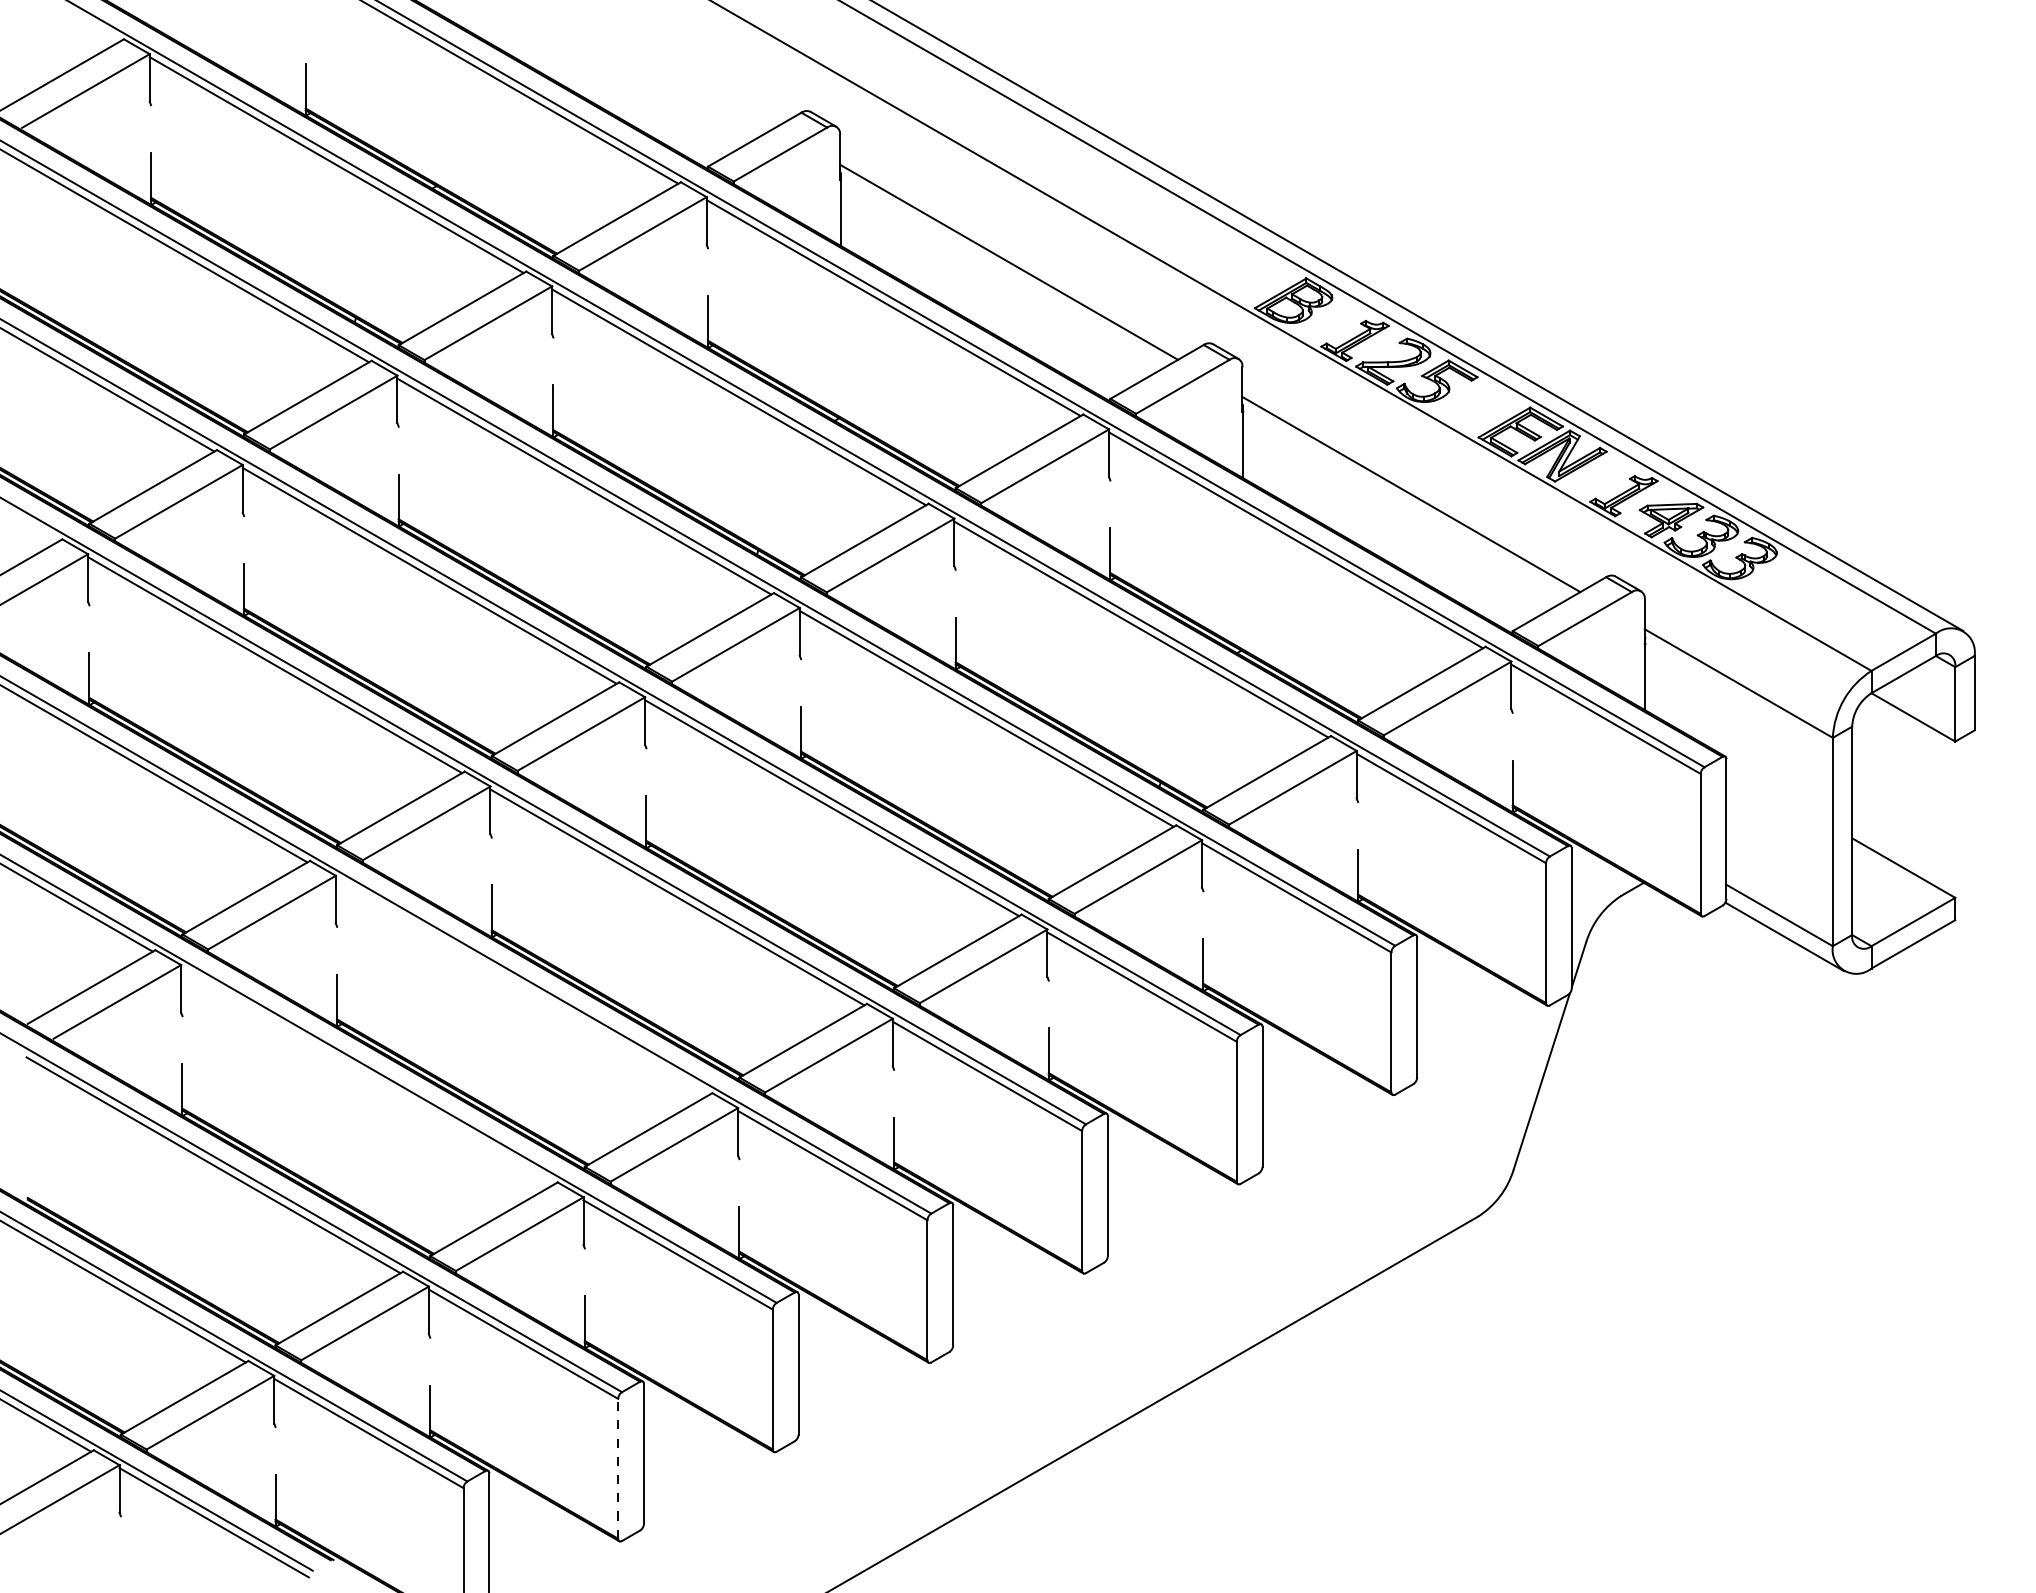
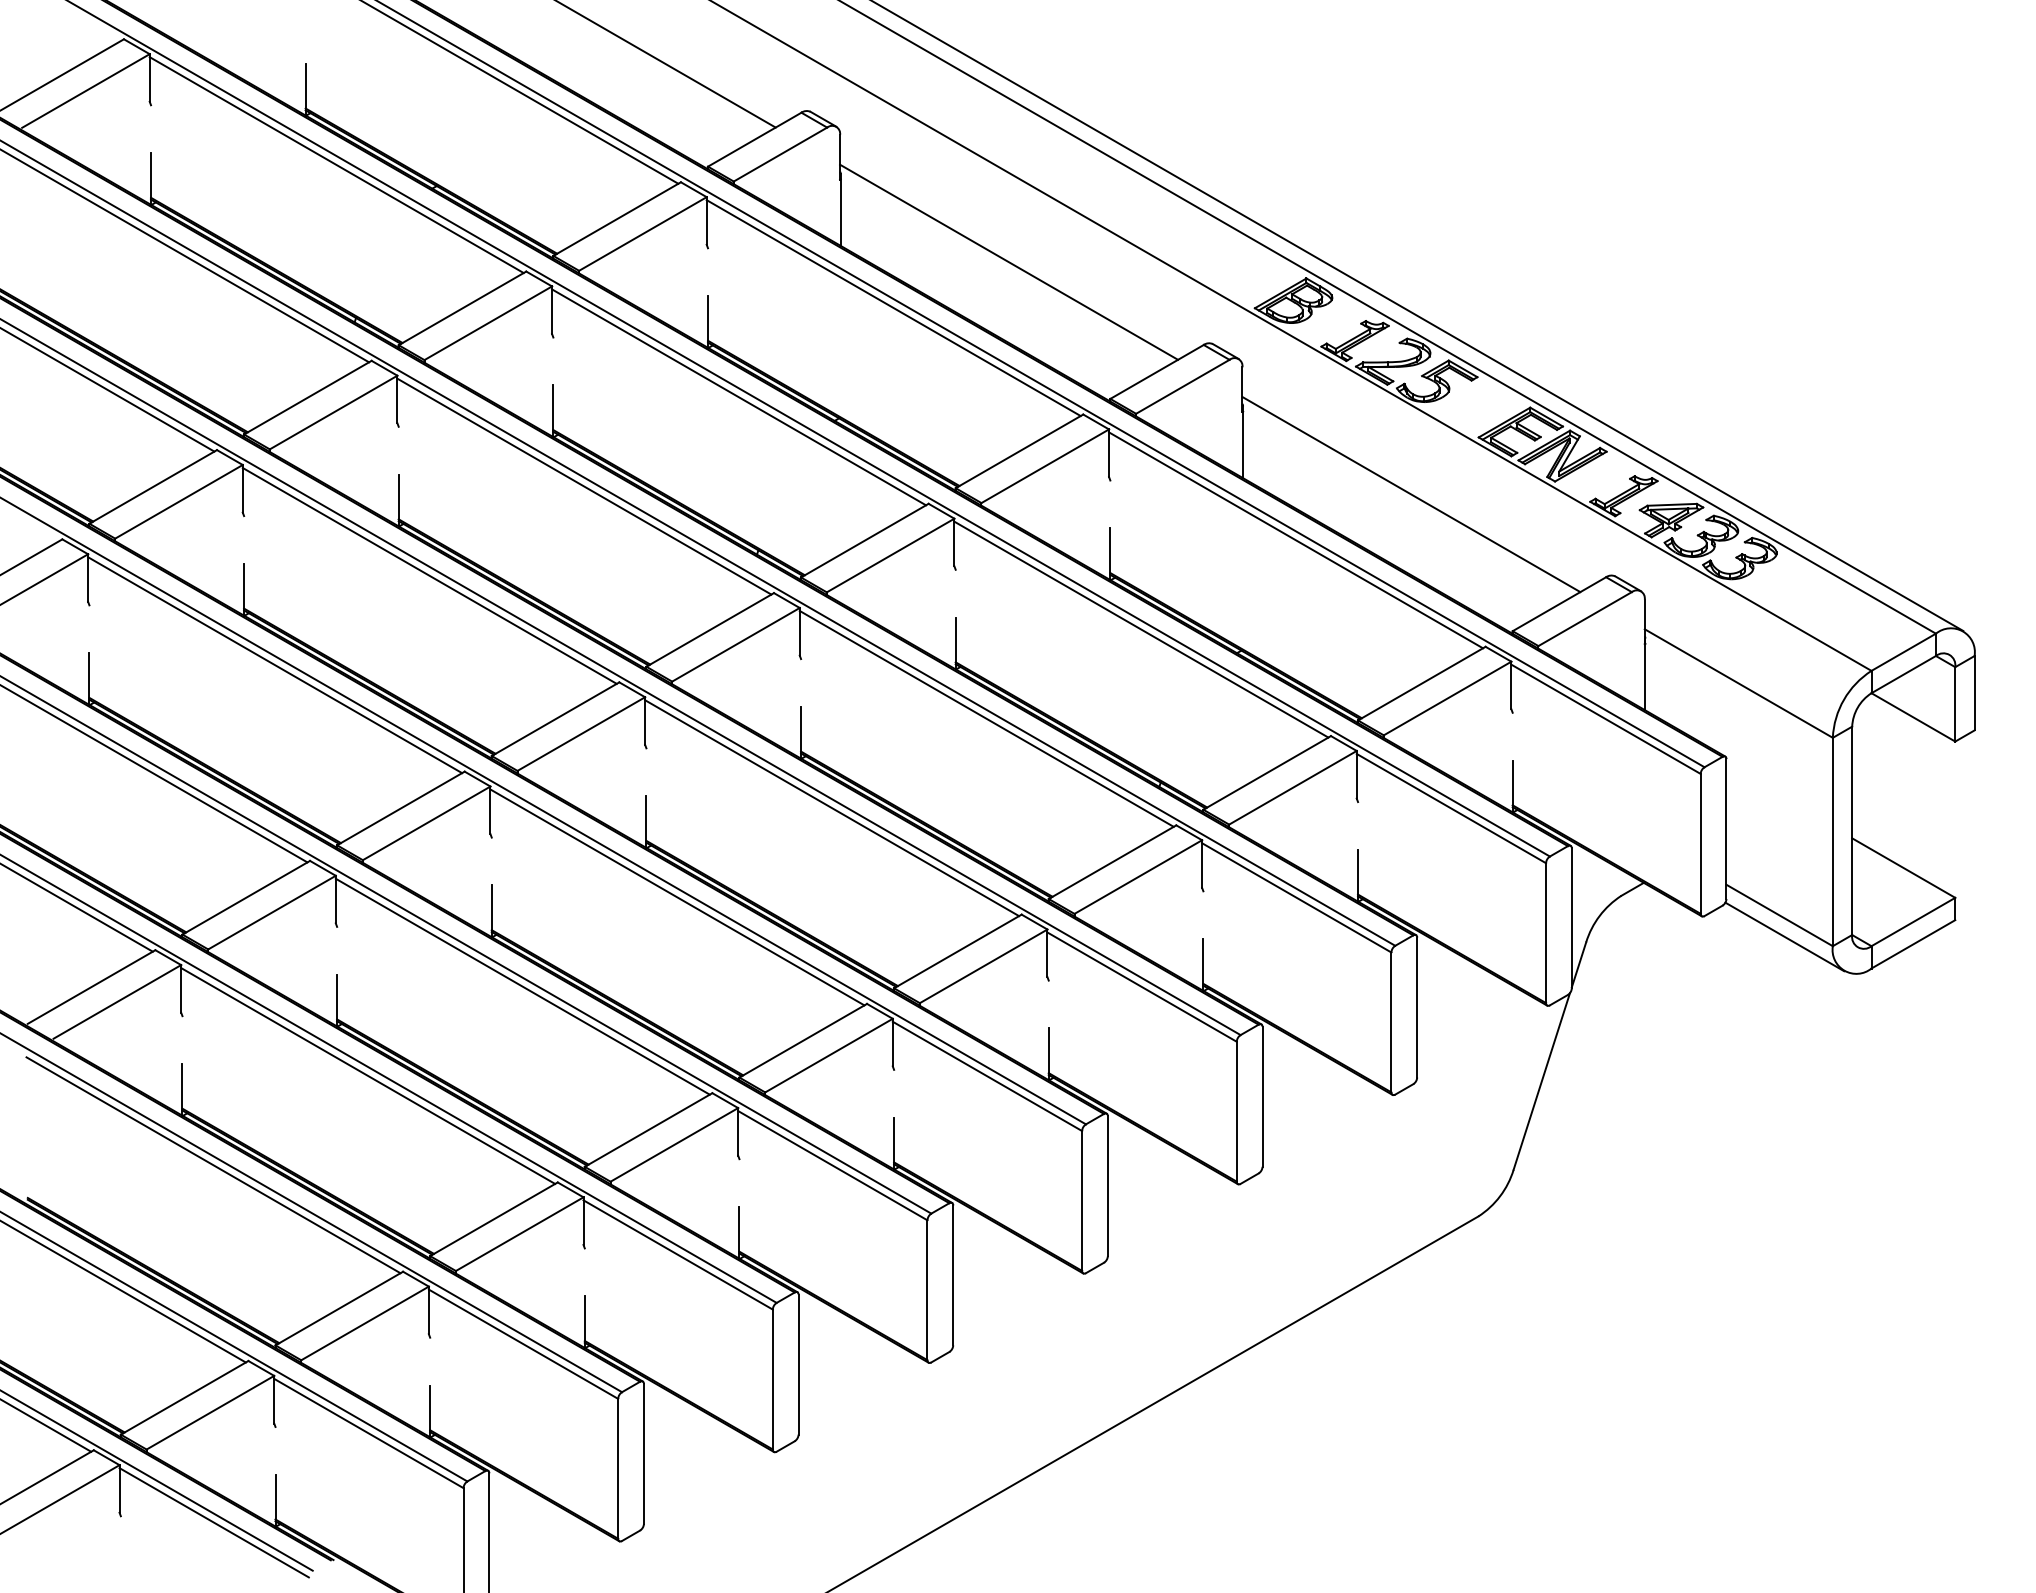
line at (666, 64): none -> present
line at (522, 986): none -> present
line at (368, 1075): none -> present
line at (618, 1468): dashed -> solid
